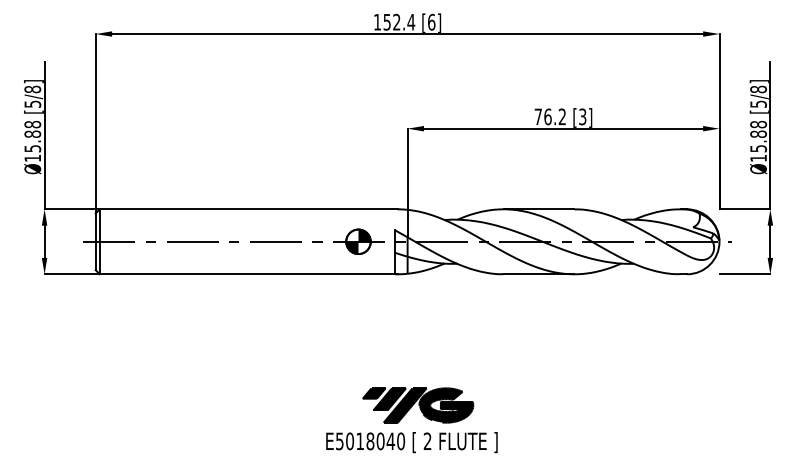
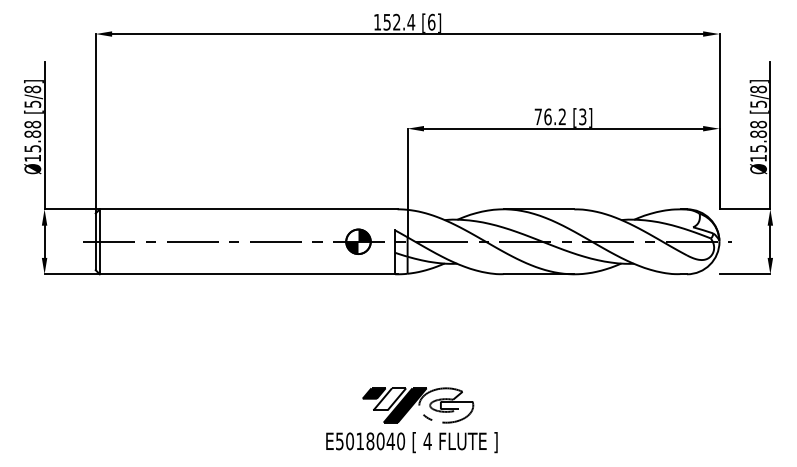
fill at (389, 399): present -> none
fill at (446, 405): present -> none
text at (427, 440): 2 -> 4
